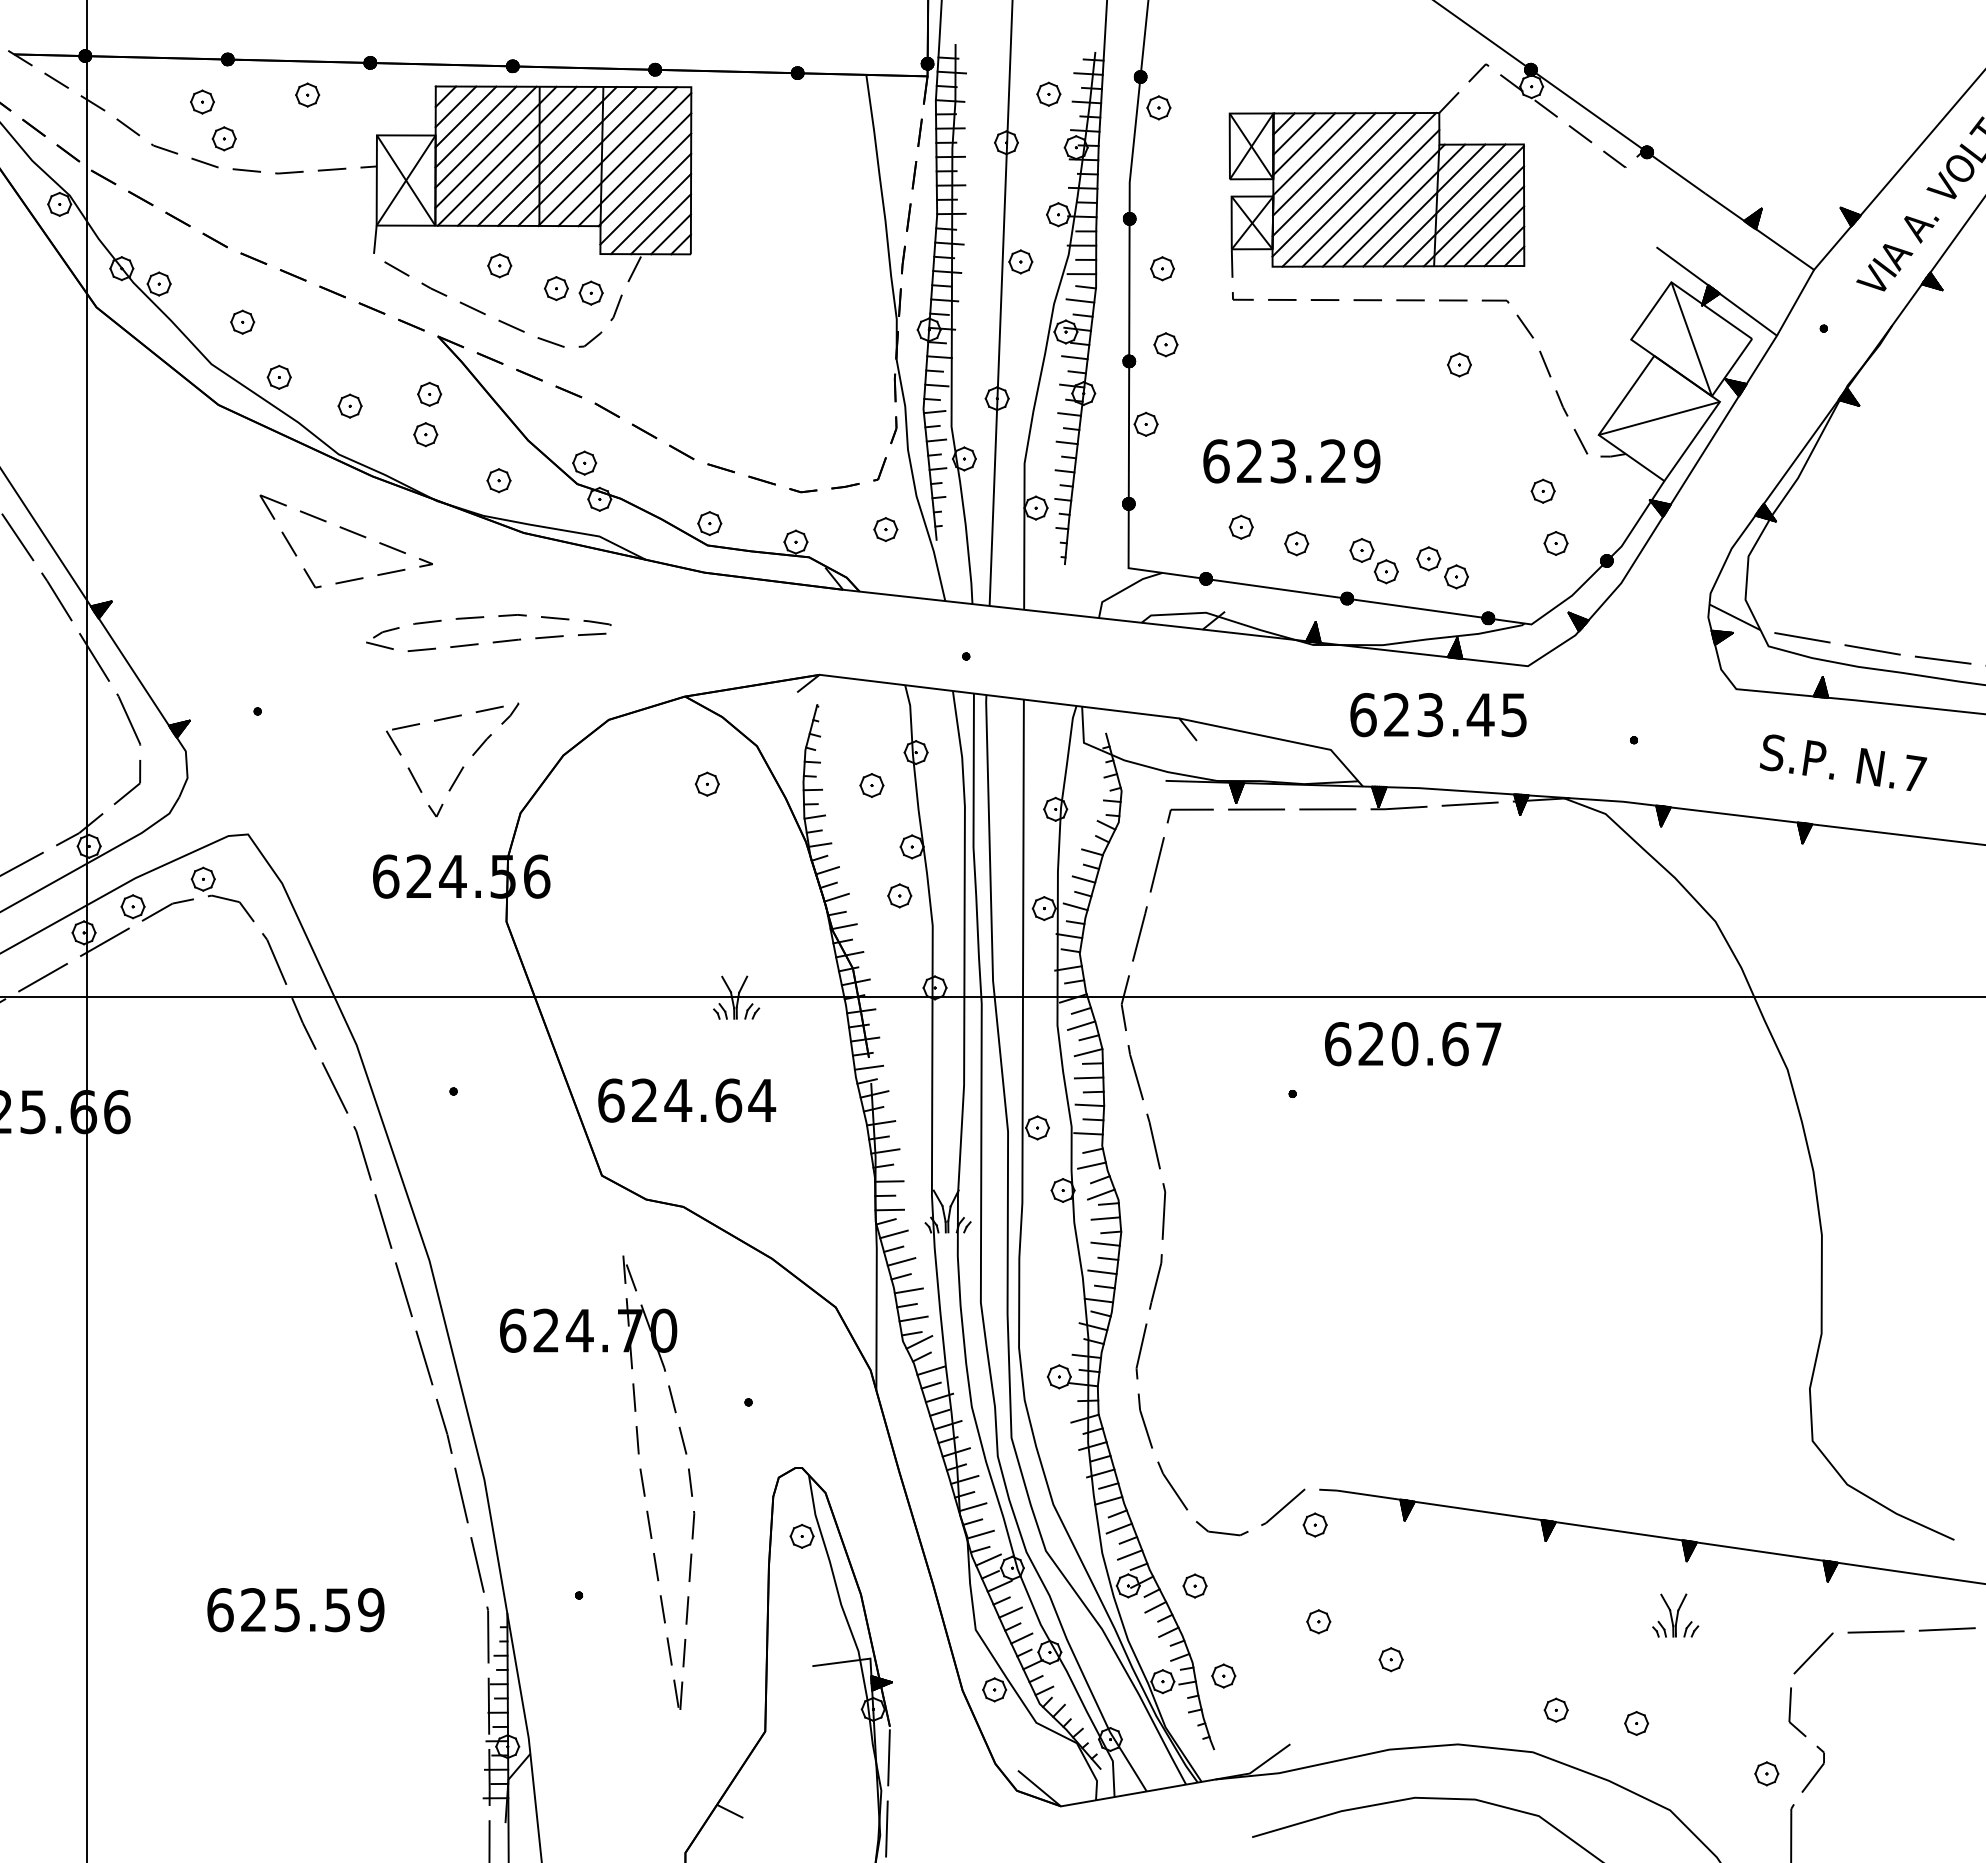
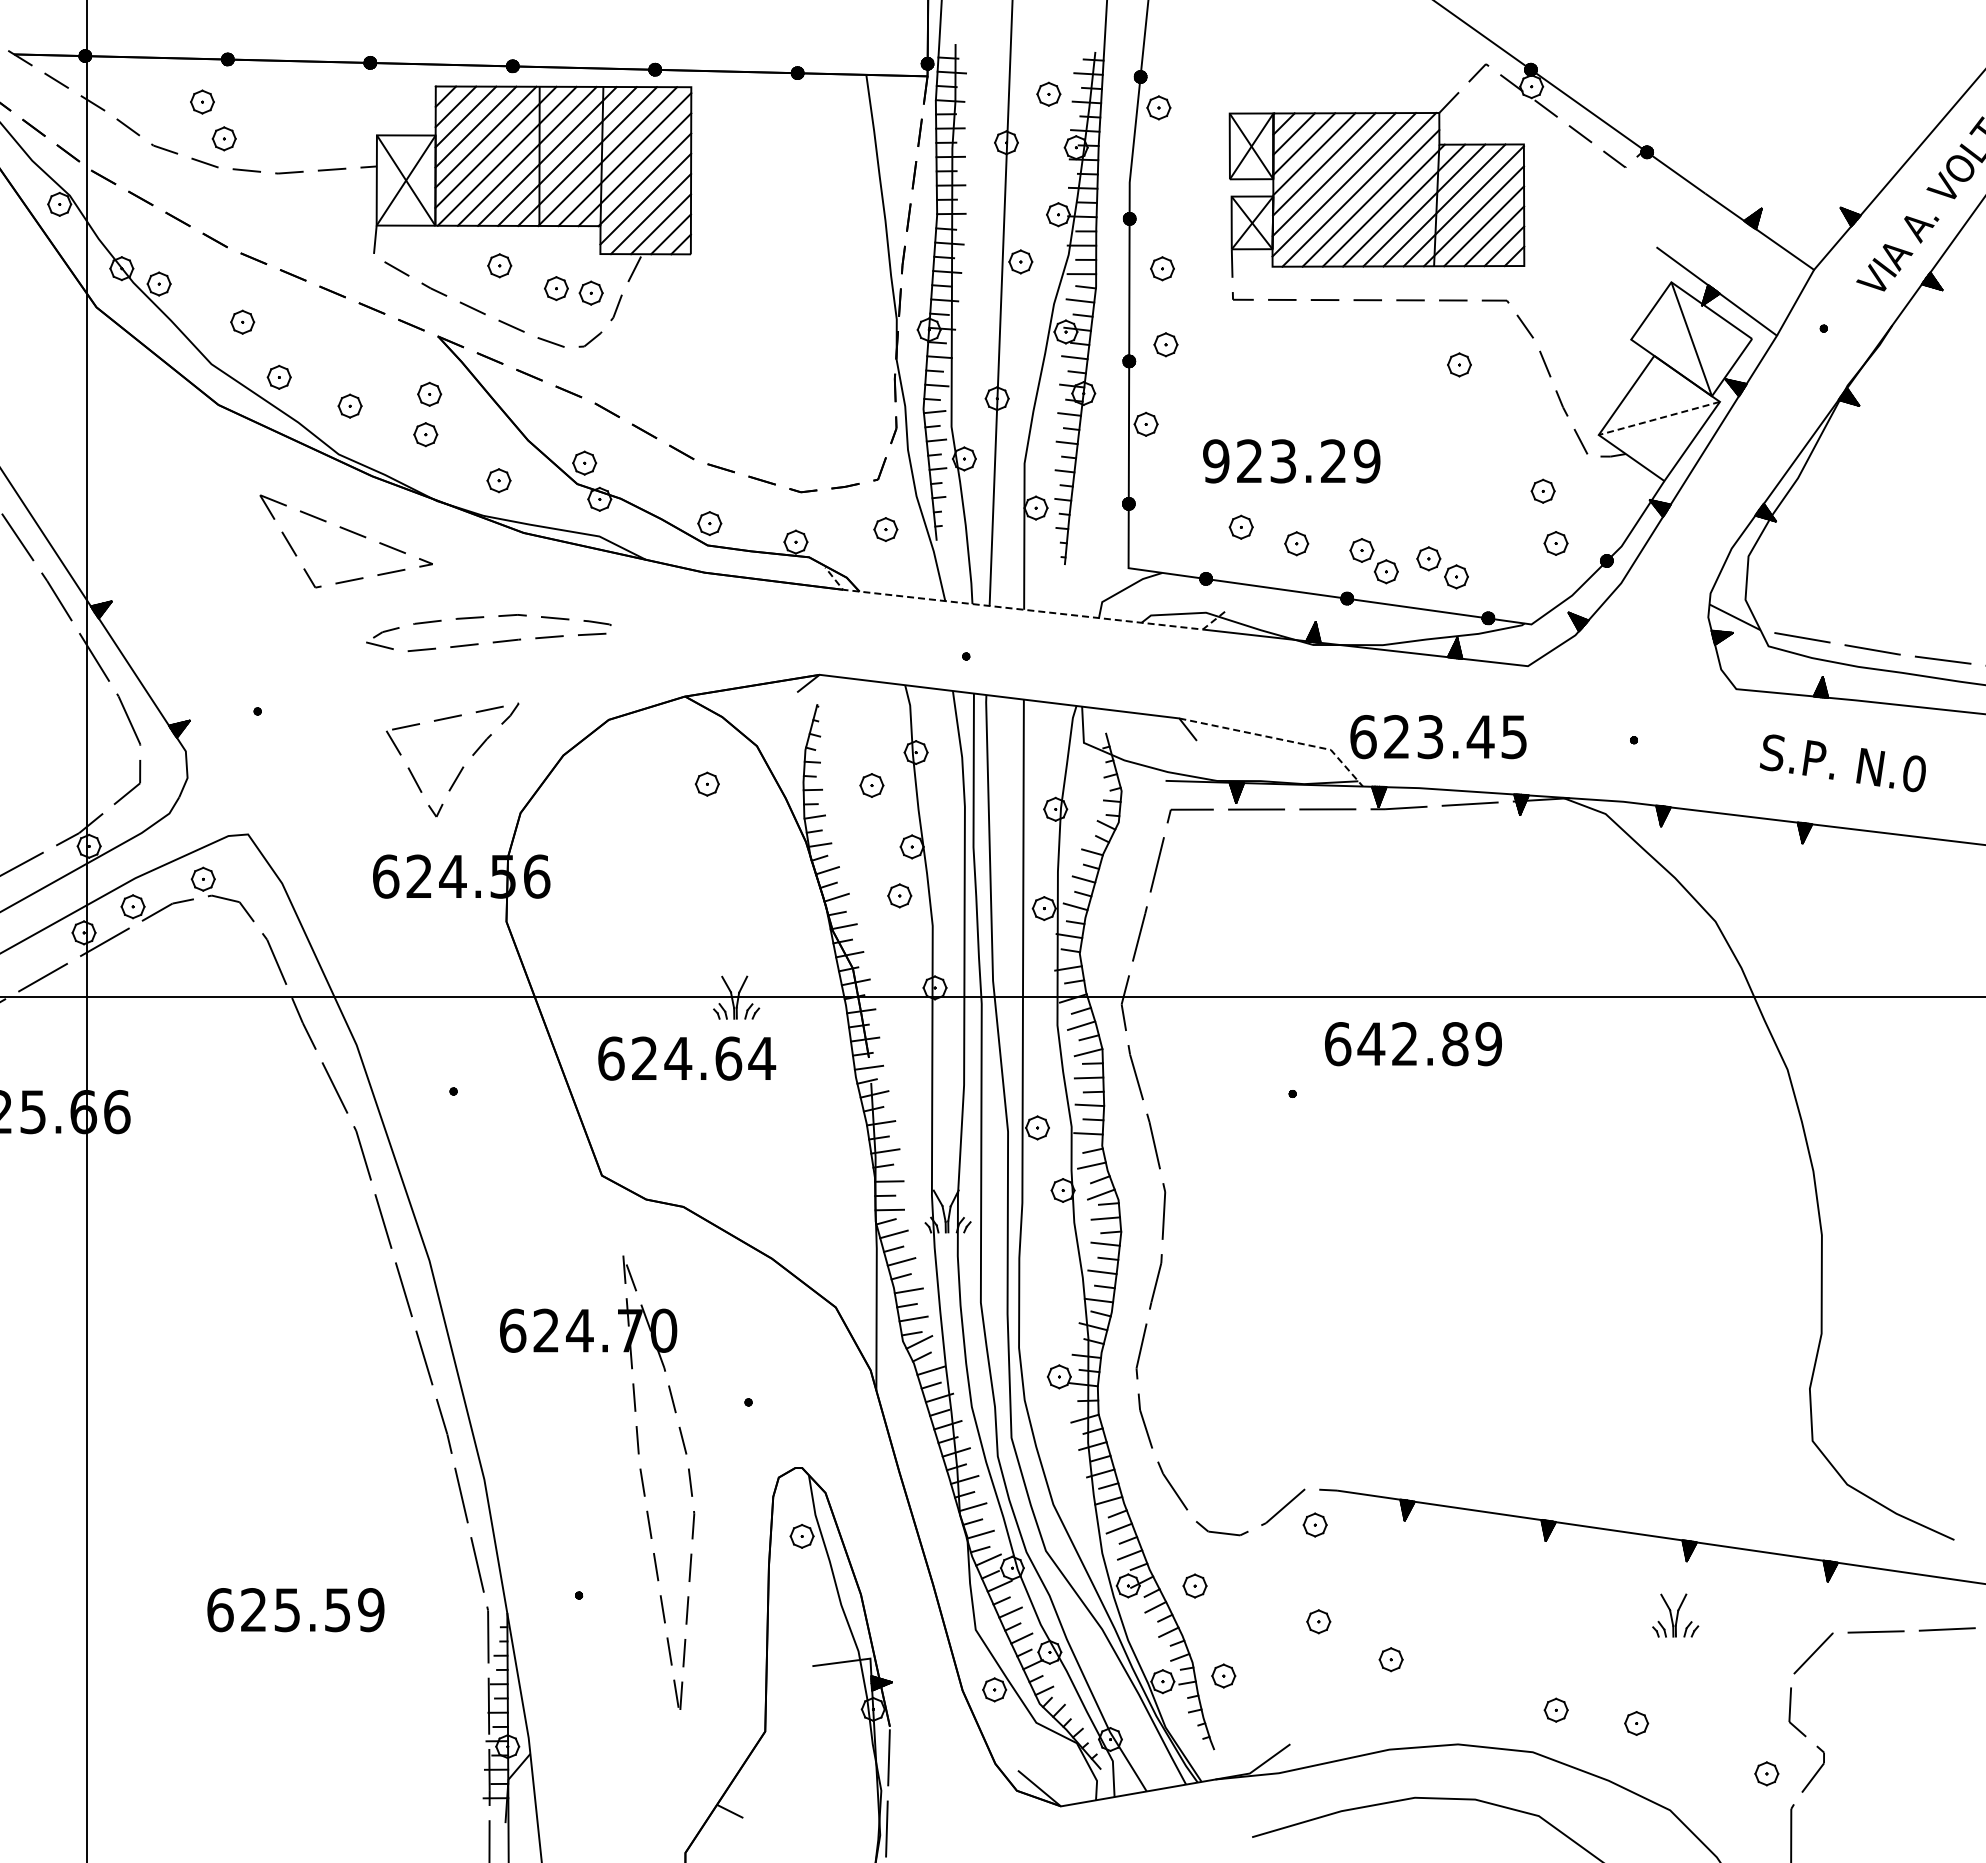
part at (307, 94): present -> none
line at (1659, 418): solid -> dashed
text at (1216, 461): 623.29 -> 923.29
line at (1022, 609): solid -> dashed
text at (1438, 715) position: (1438, 715) -> (1438, 737)
line at (1280, 739): solid -> dashed
text at (1915, 773): N.7 -> N.0
text at (1429, 1044): 620.67 -> 642.89
text at (687, 1100) position: (687, 1100) -> (687, 1058)
